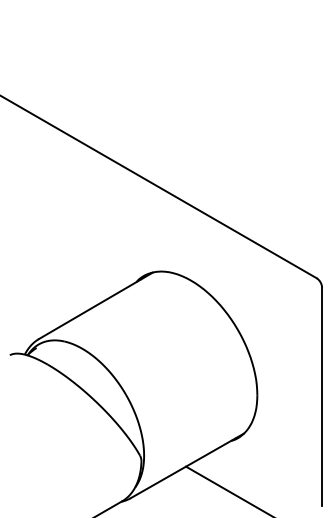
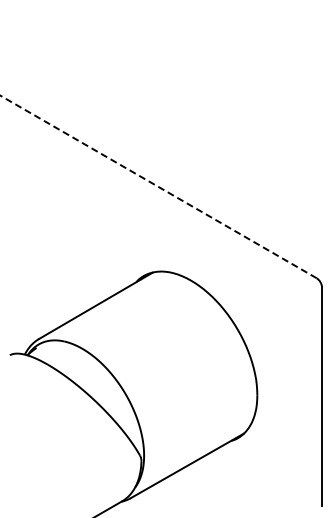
line at (158, 186): solid -> dashed
line at (227, 490): present -> none
